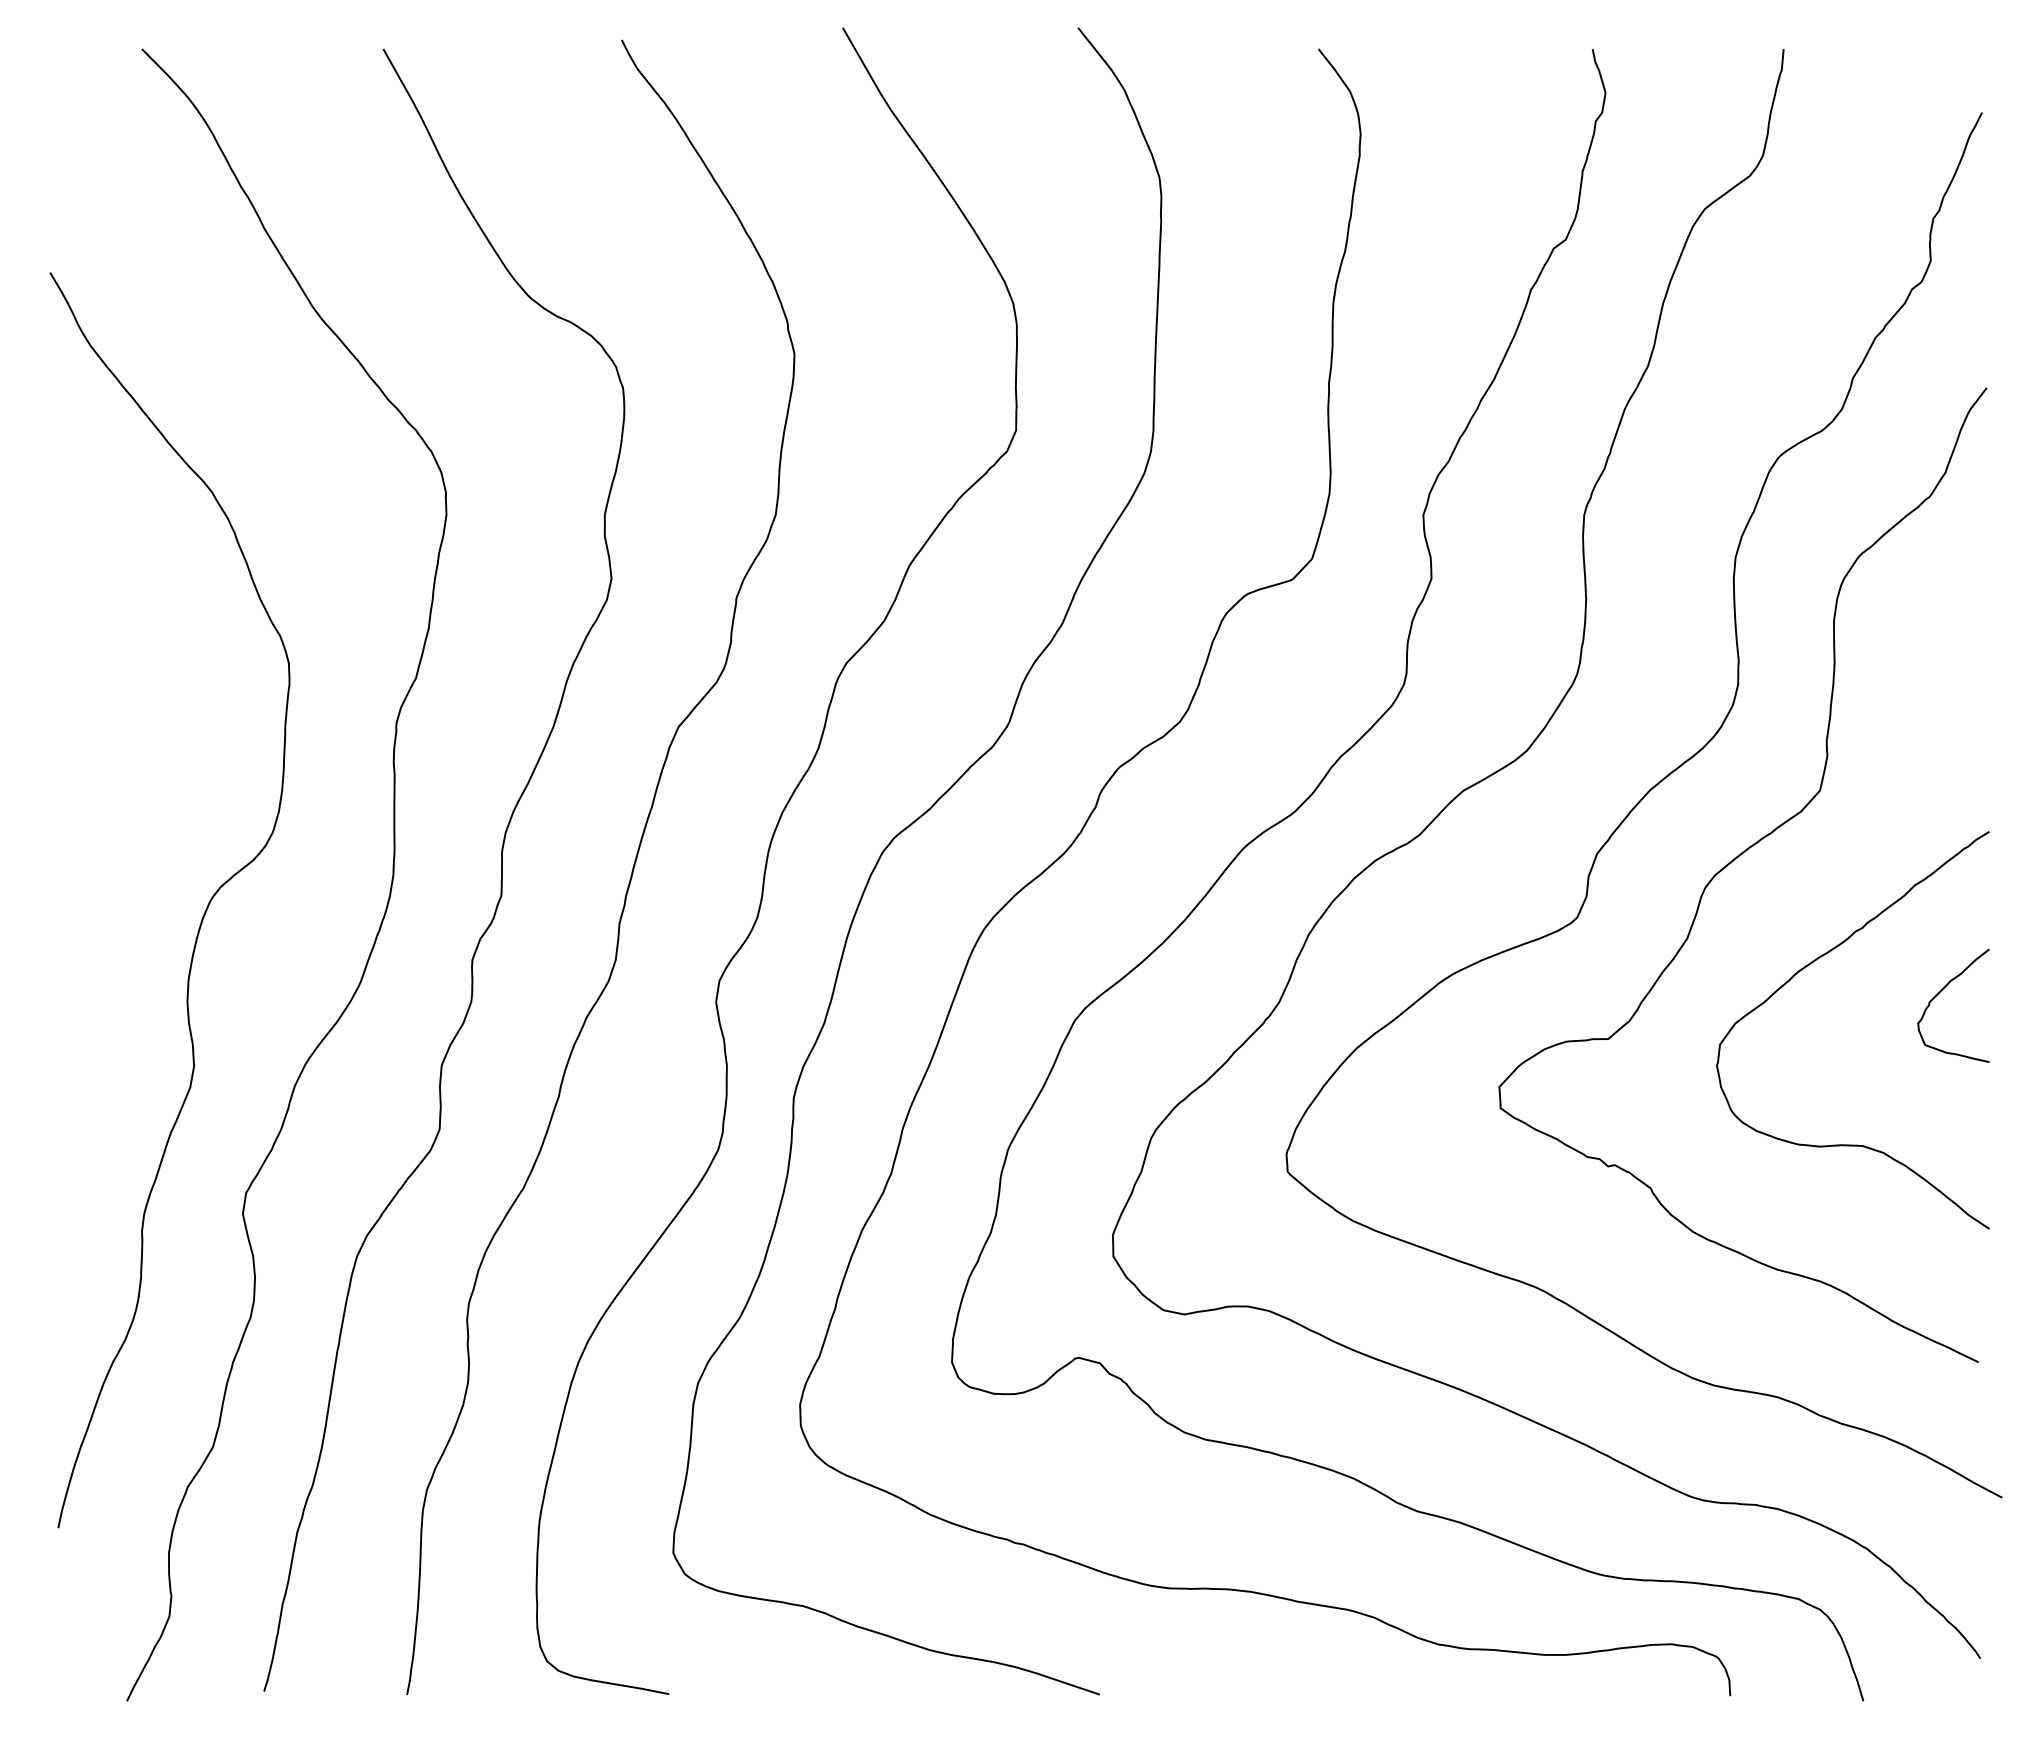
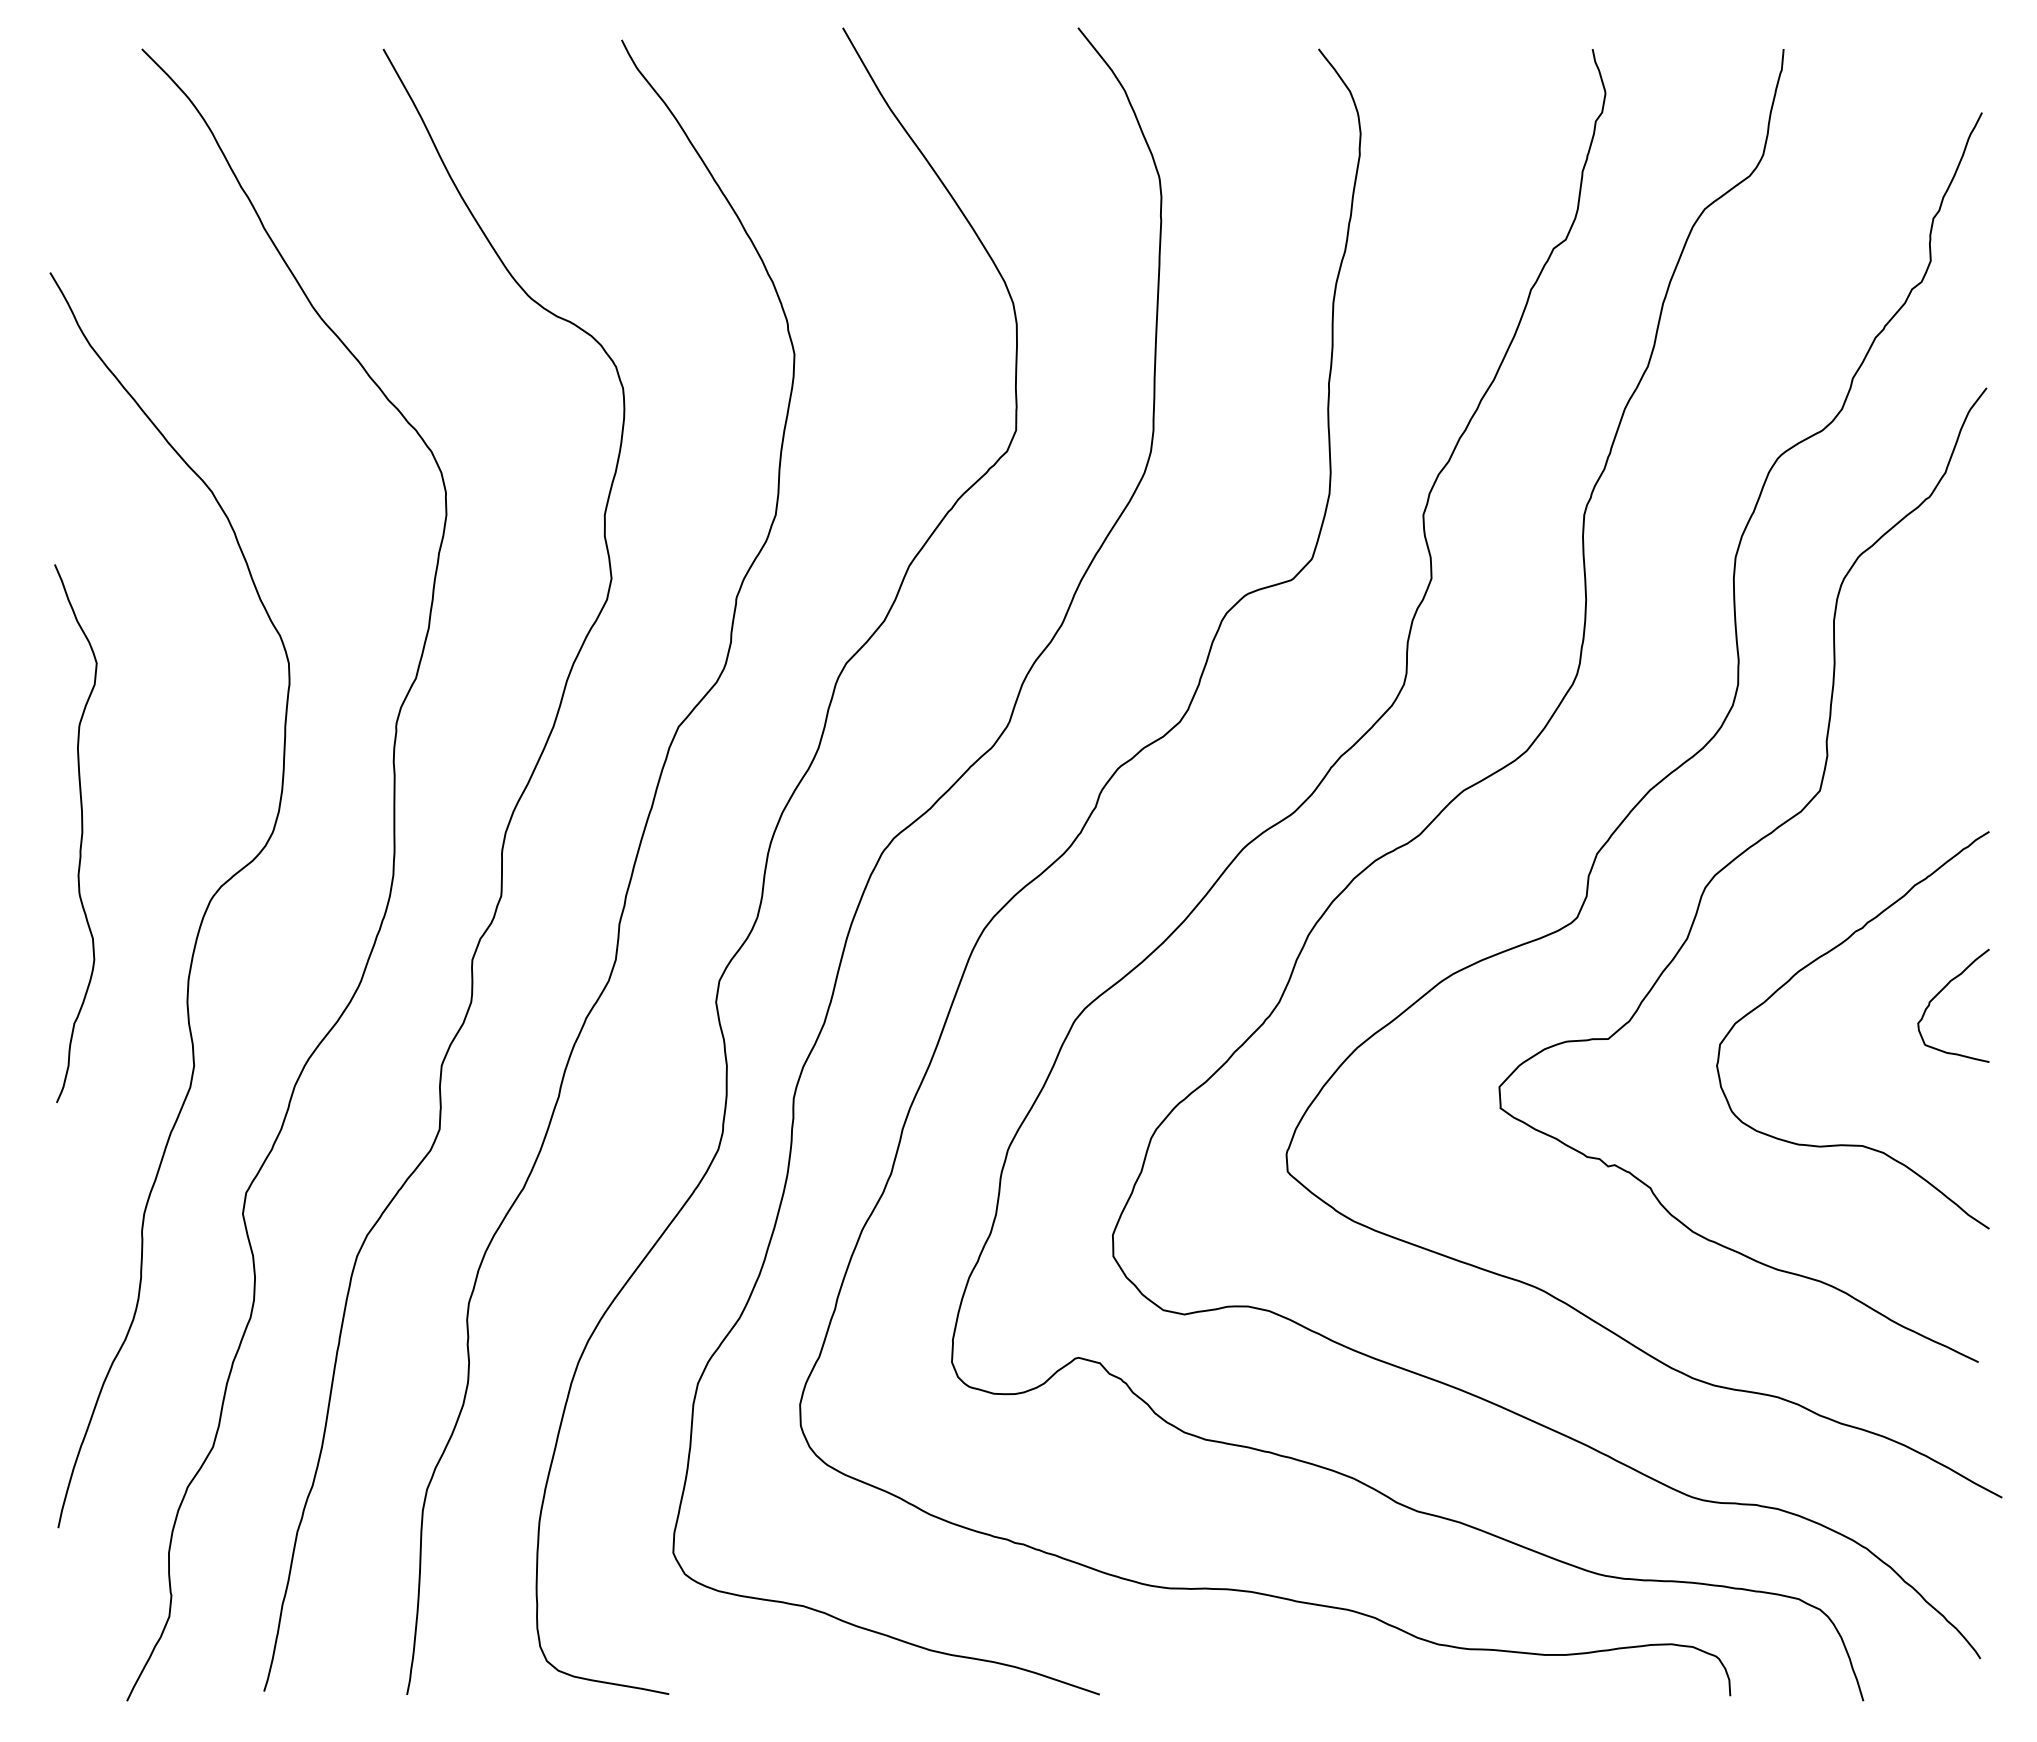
curve at (81, 833): none -> present
